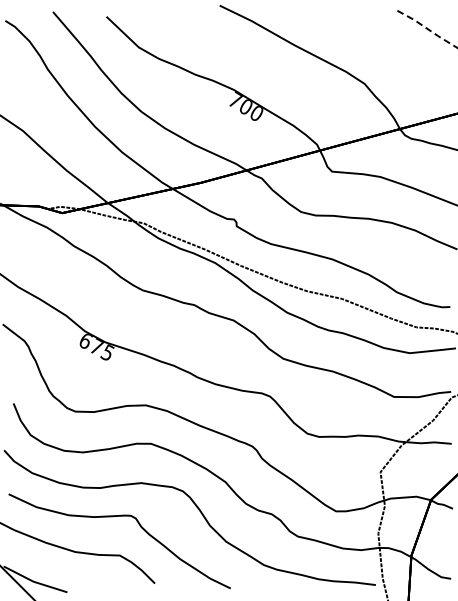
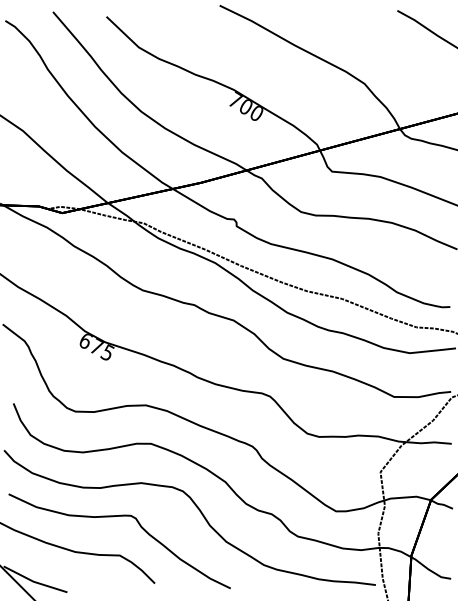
line at (428, 29): dashed -> solid
